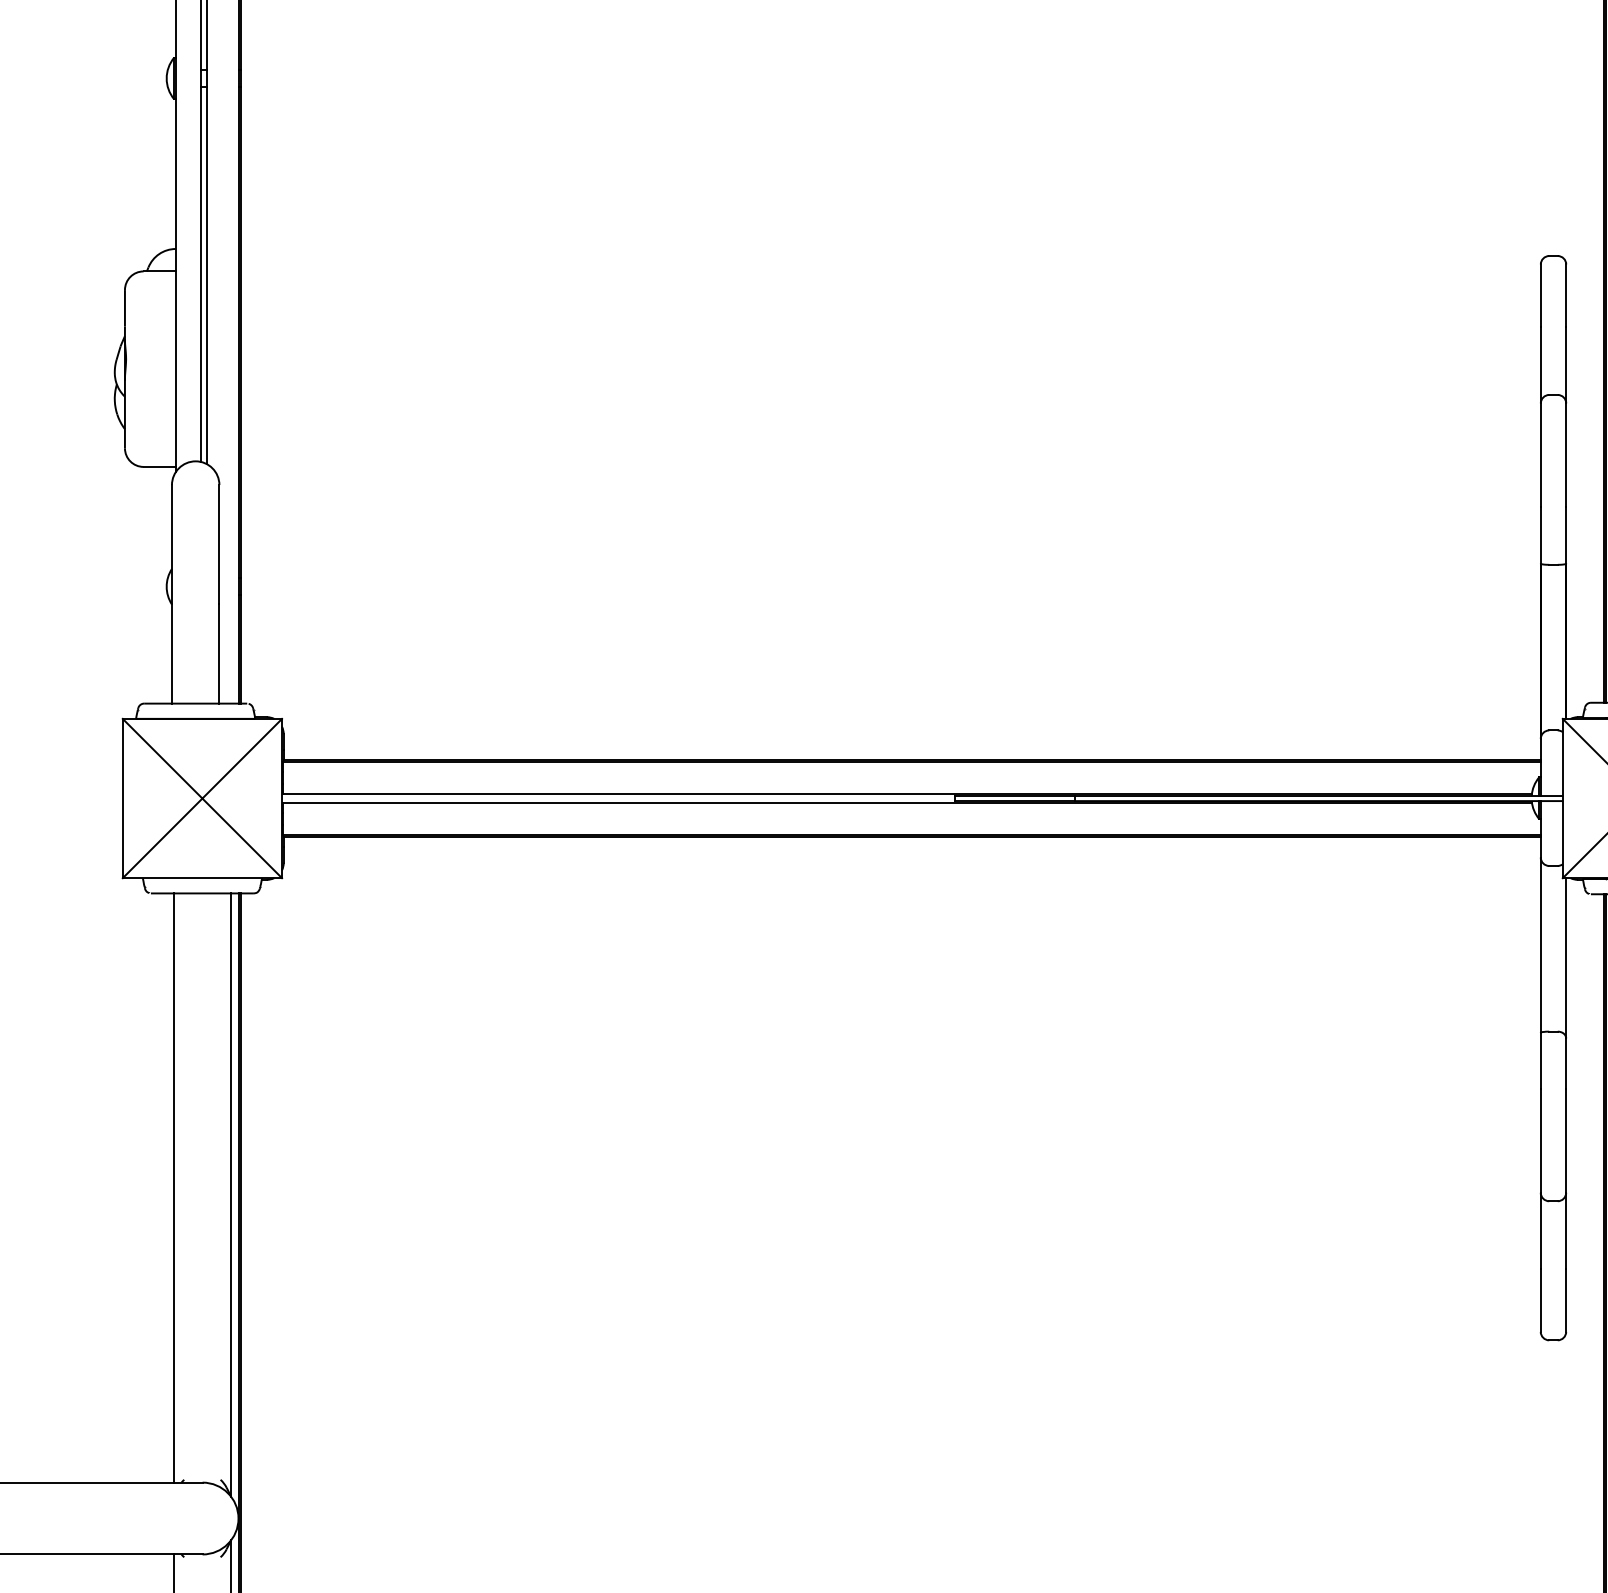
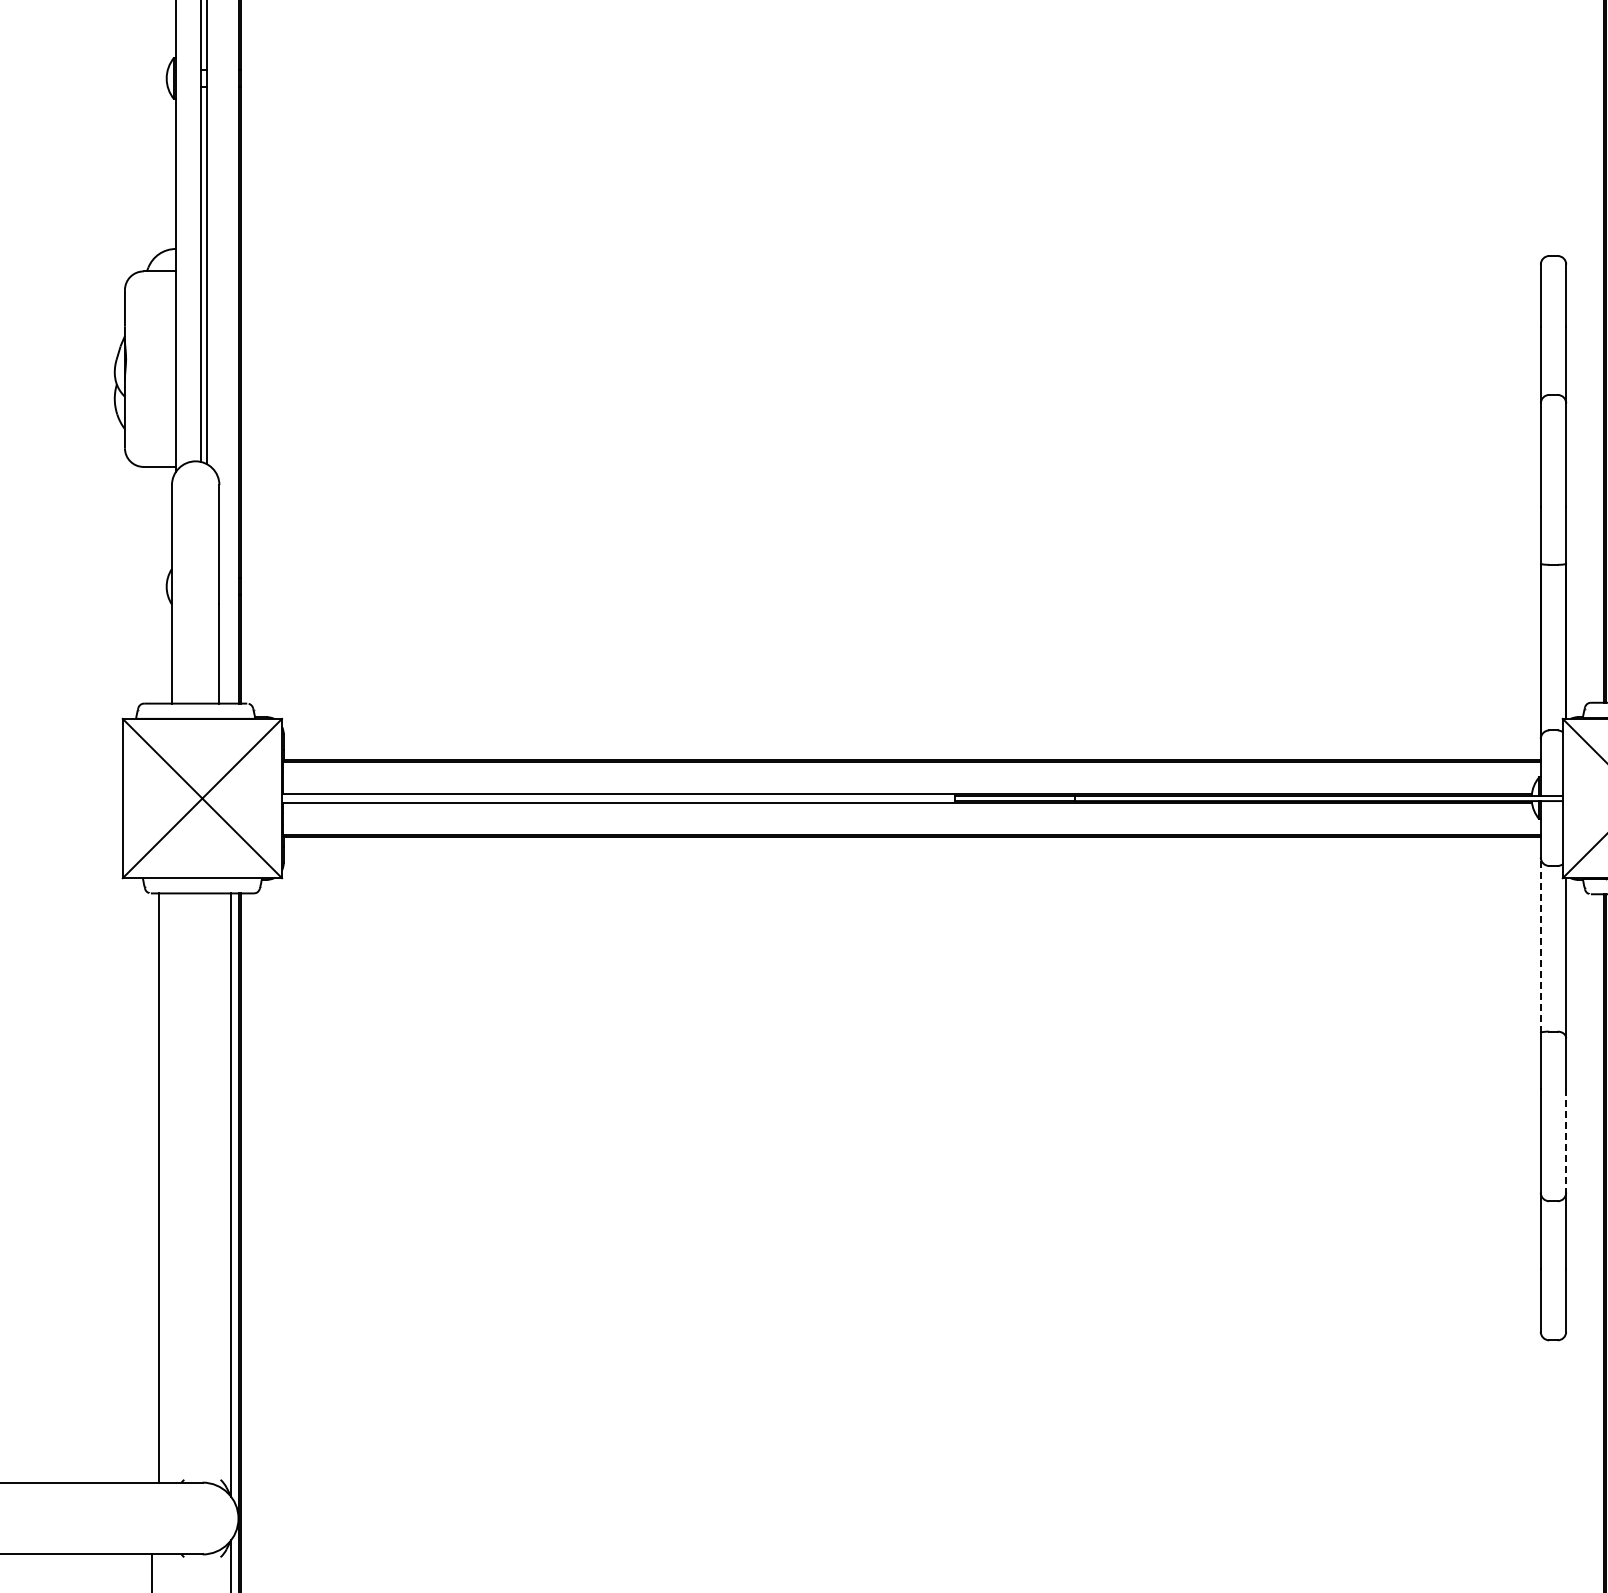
line at (1540, 945): solid -> dashed
line at (1566, 1141): solid -> dashed
line at (173, 1187) position: (173, 1187) -> (158, 1187)
line at (173, 1571) position: (173, 1571) -> (151, 1571)
